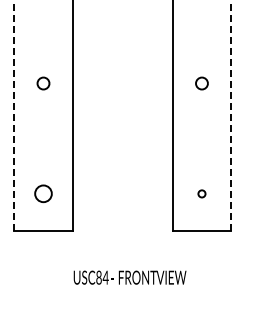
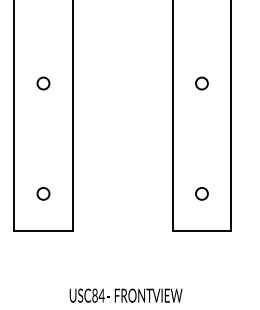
line at (14, 115): dashed -> solid
line at (231, 115): dashed -> solid
circle at (43, 193) size: 19x20 px -> 15x14 px
circle at (201, 193) size: 10x10 px -> 14x14 px
text at (129, 277) position: (129, 277) -> (125, 295)
